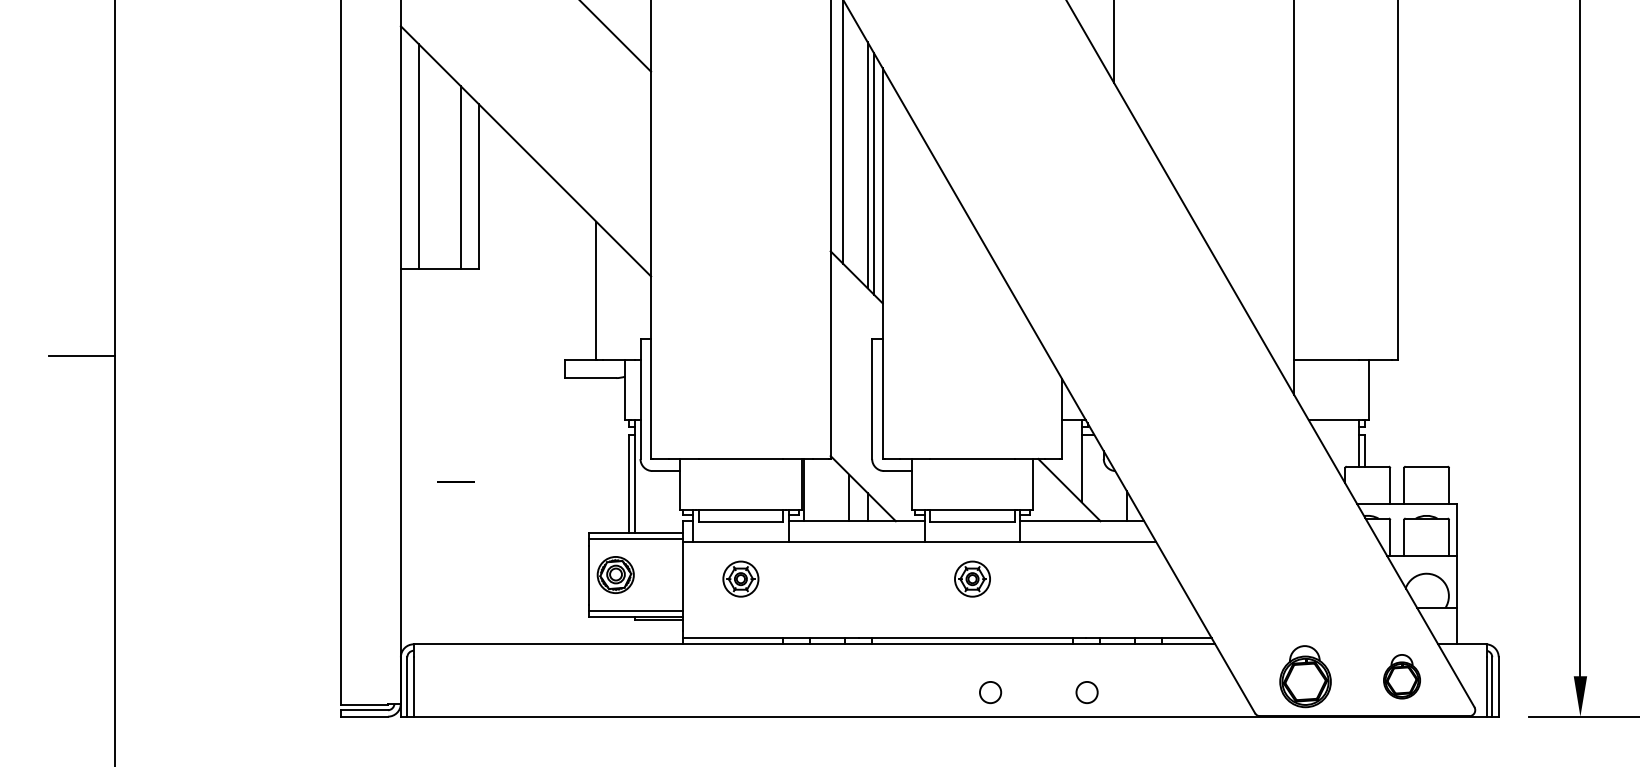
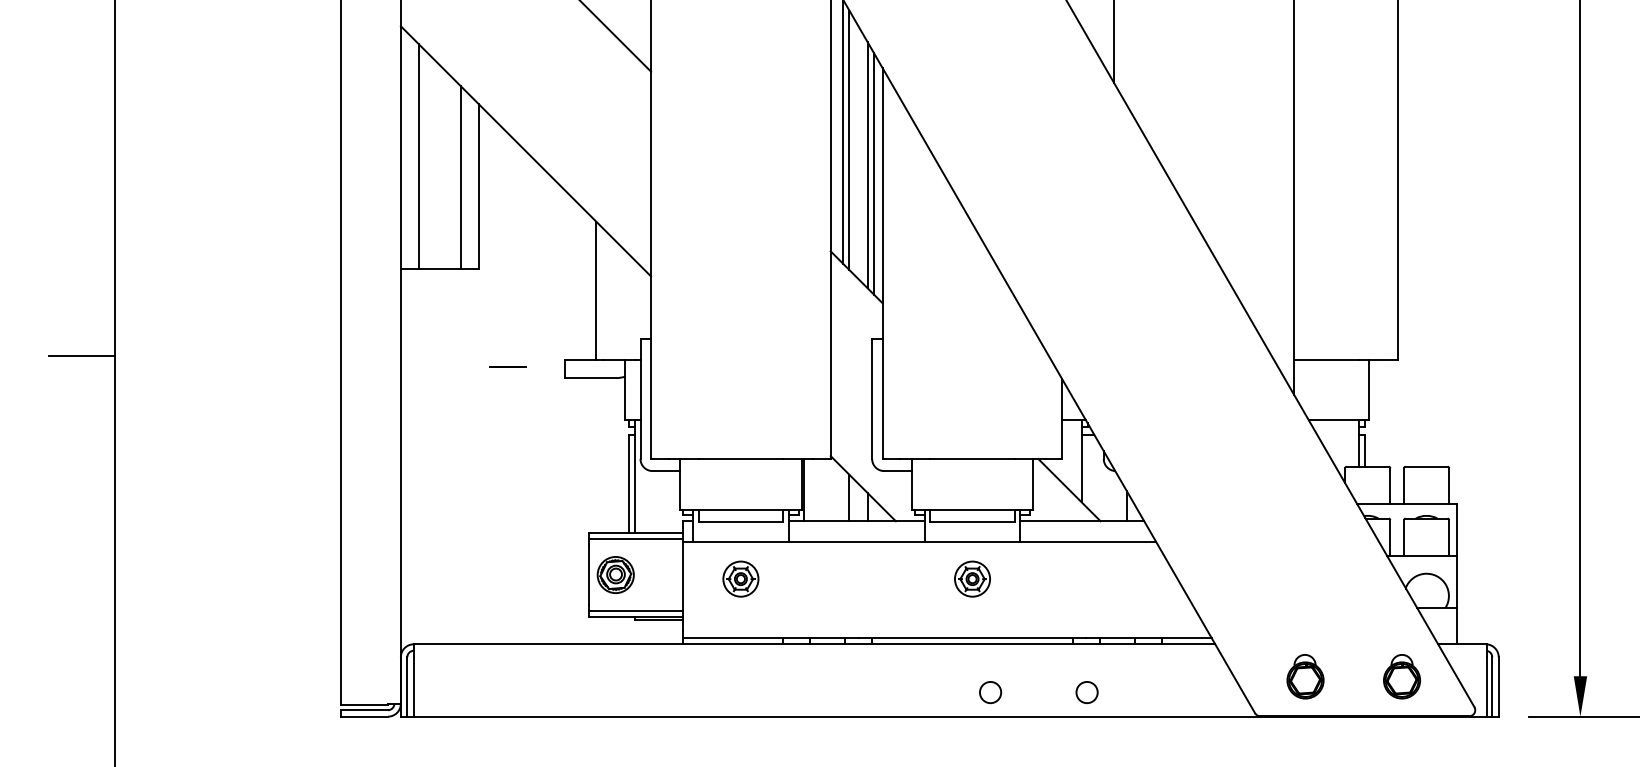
line at (849, 140): none -> present
line at (455, 481) position: (455, 481) -> (507, 366)
part at (1305, 676) size: 53x64 px -> 39x46 px
